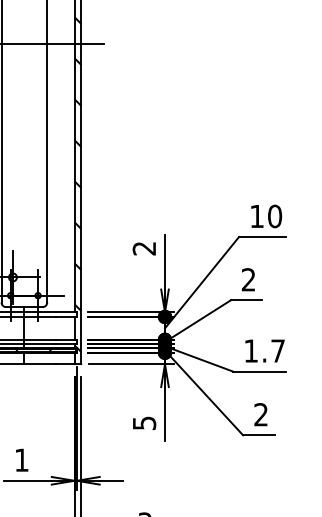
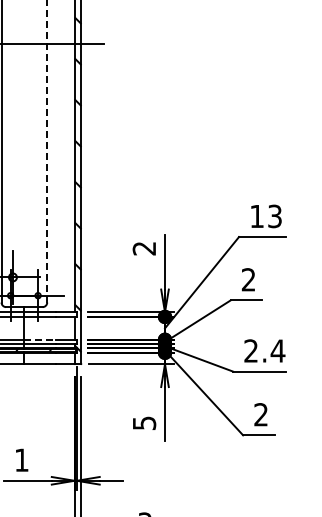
line at (47, 150): solid -> dashed
text at (275, 216): 10 -> 13
line at (40, 339): solid -> dashed
text at (264, 350): 1.7 -> 2.4
